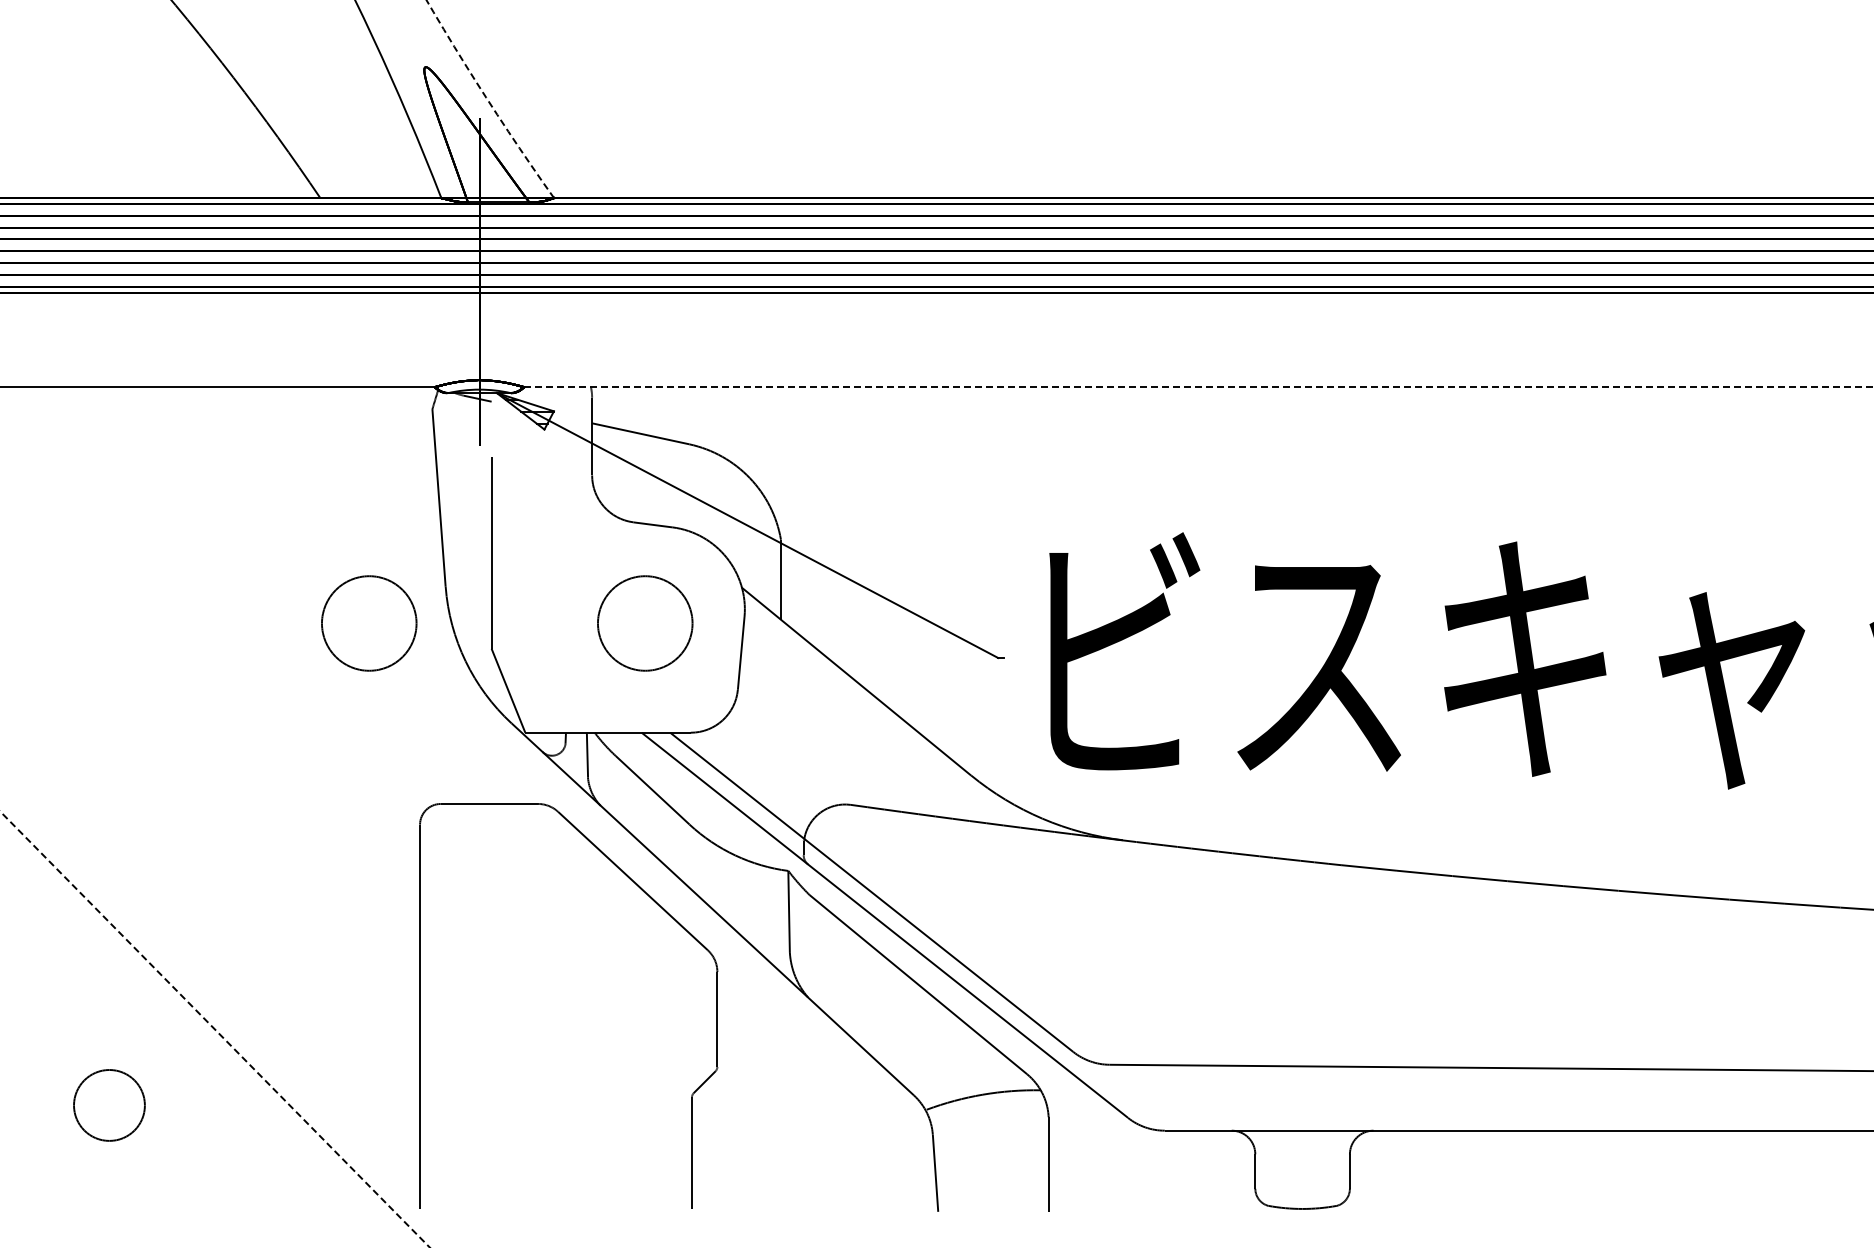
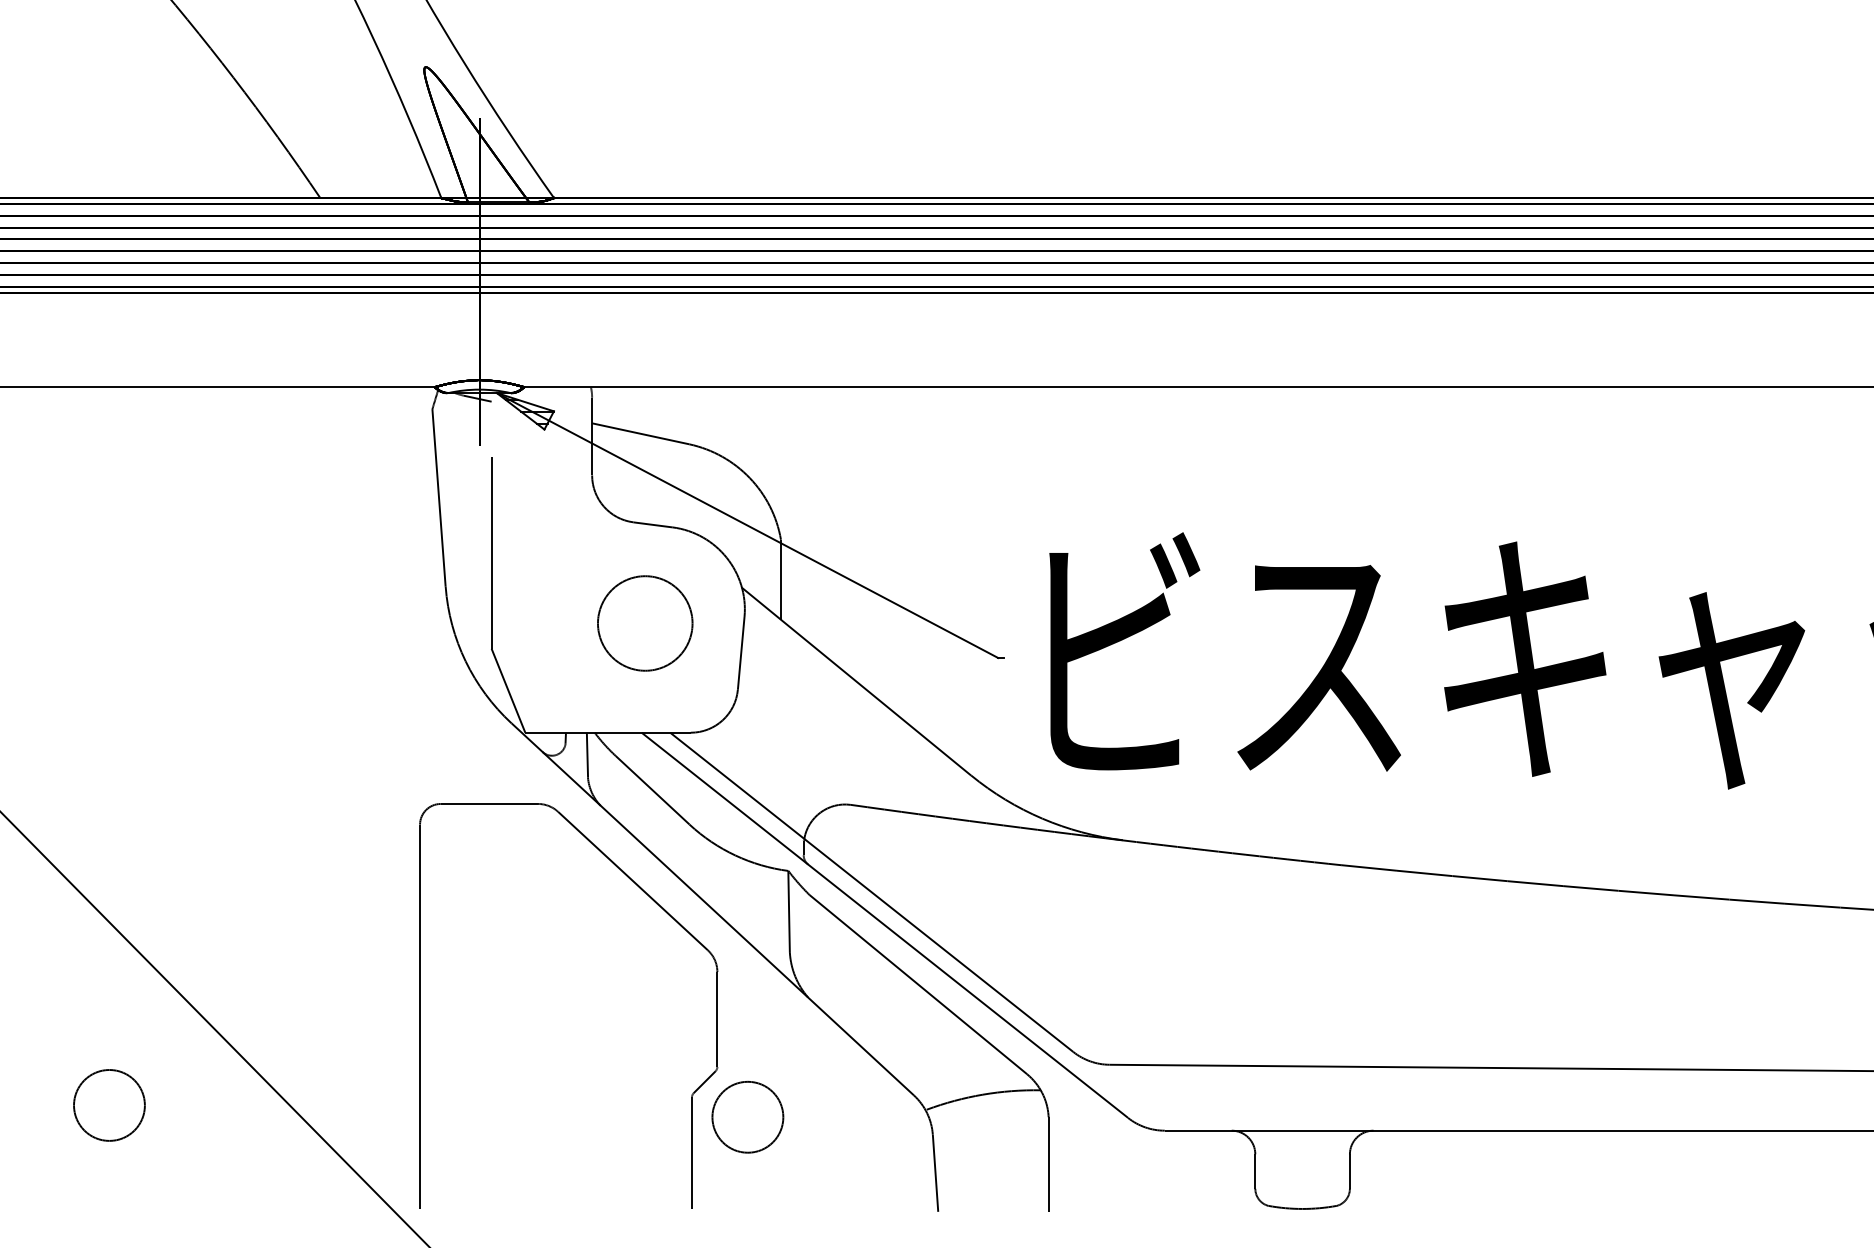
arc at (487, 100): dashed -> solid
line at (1198, 387): dashed -> solid
part at (369, 623): present -> none
line at (214, 1029): dashed -> solid
part at (747, 1116): none -> present
